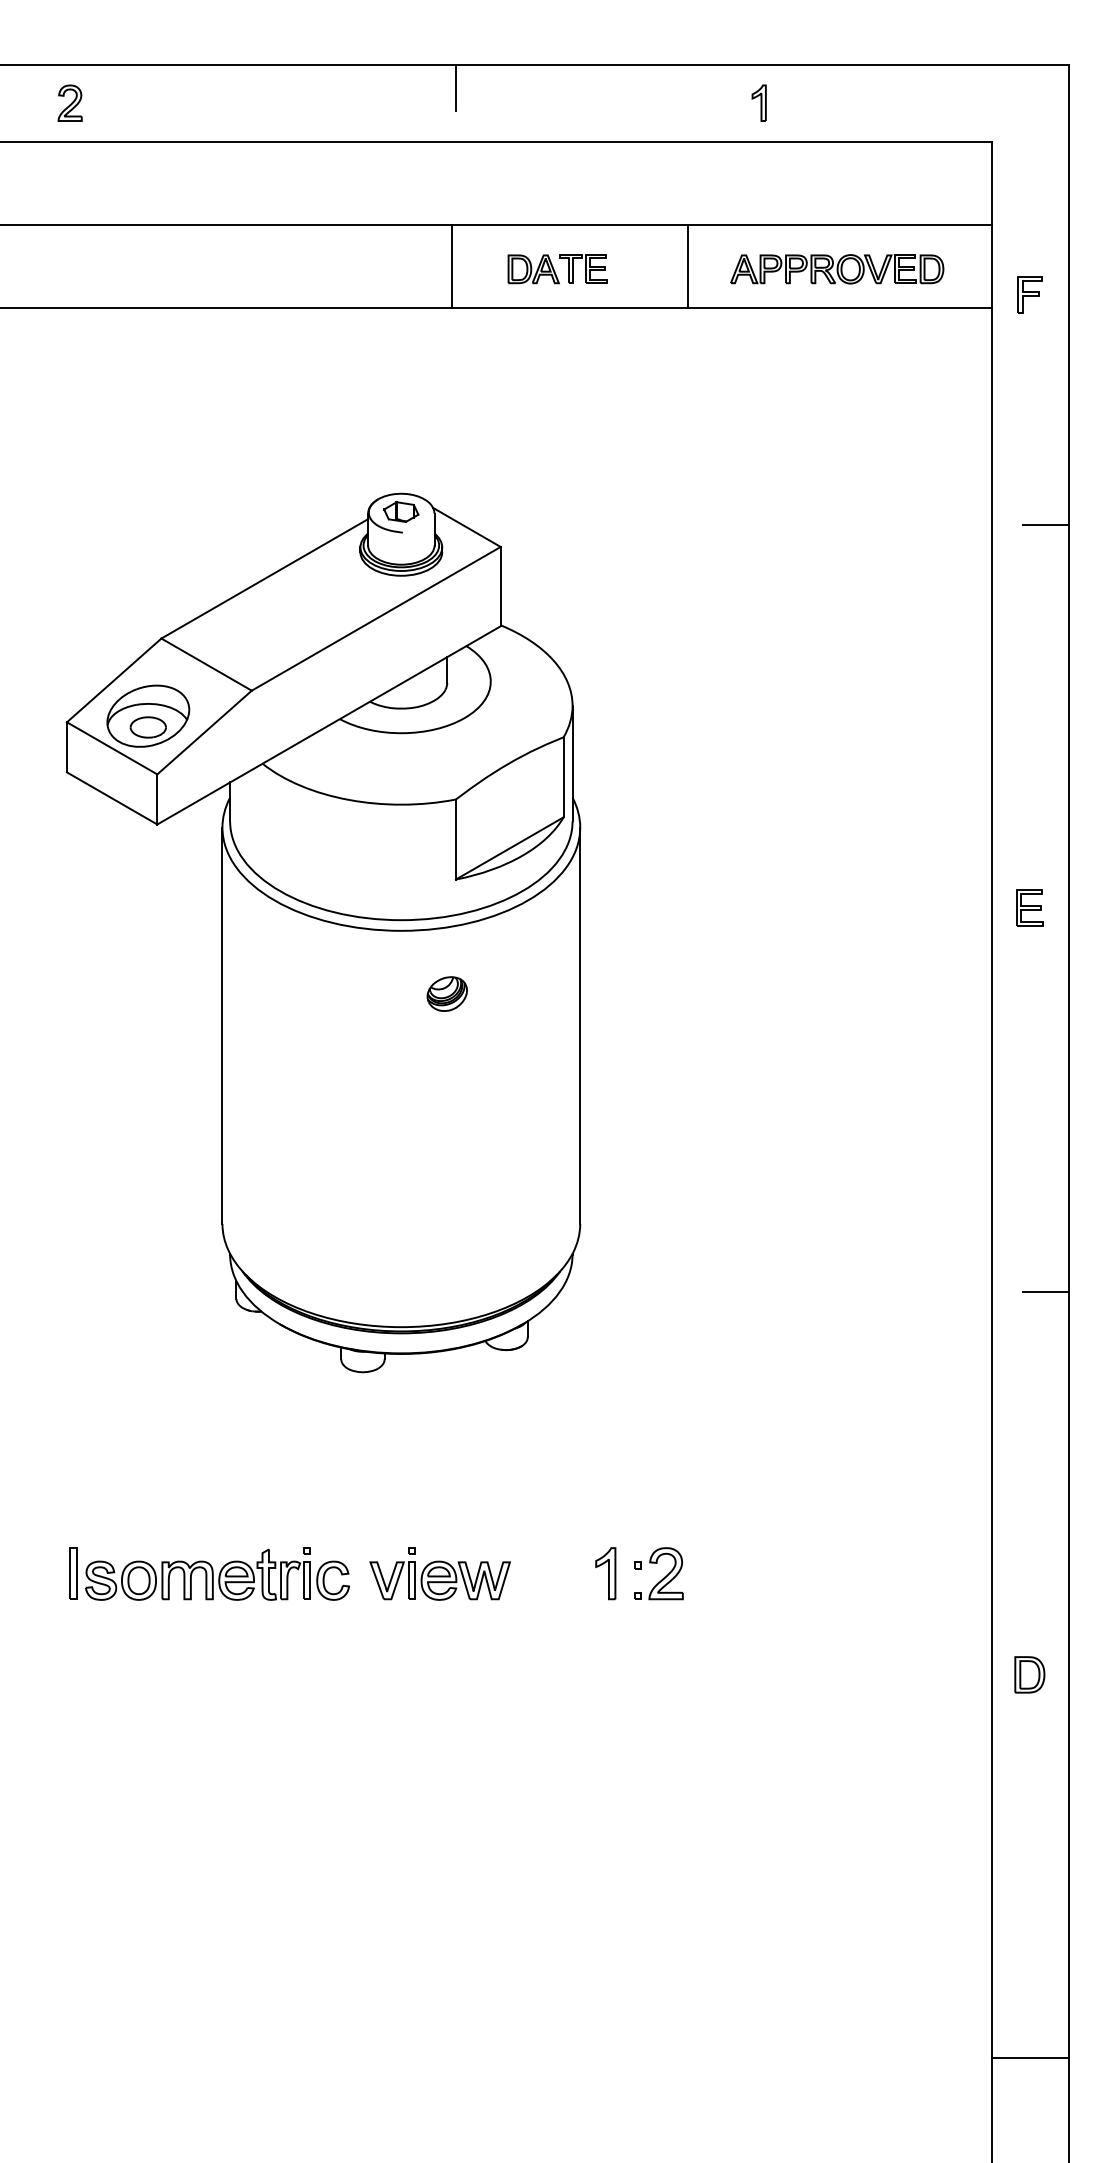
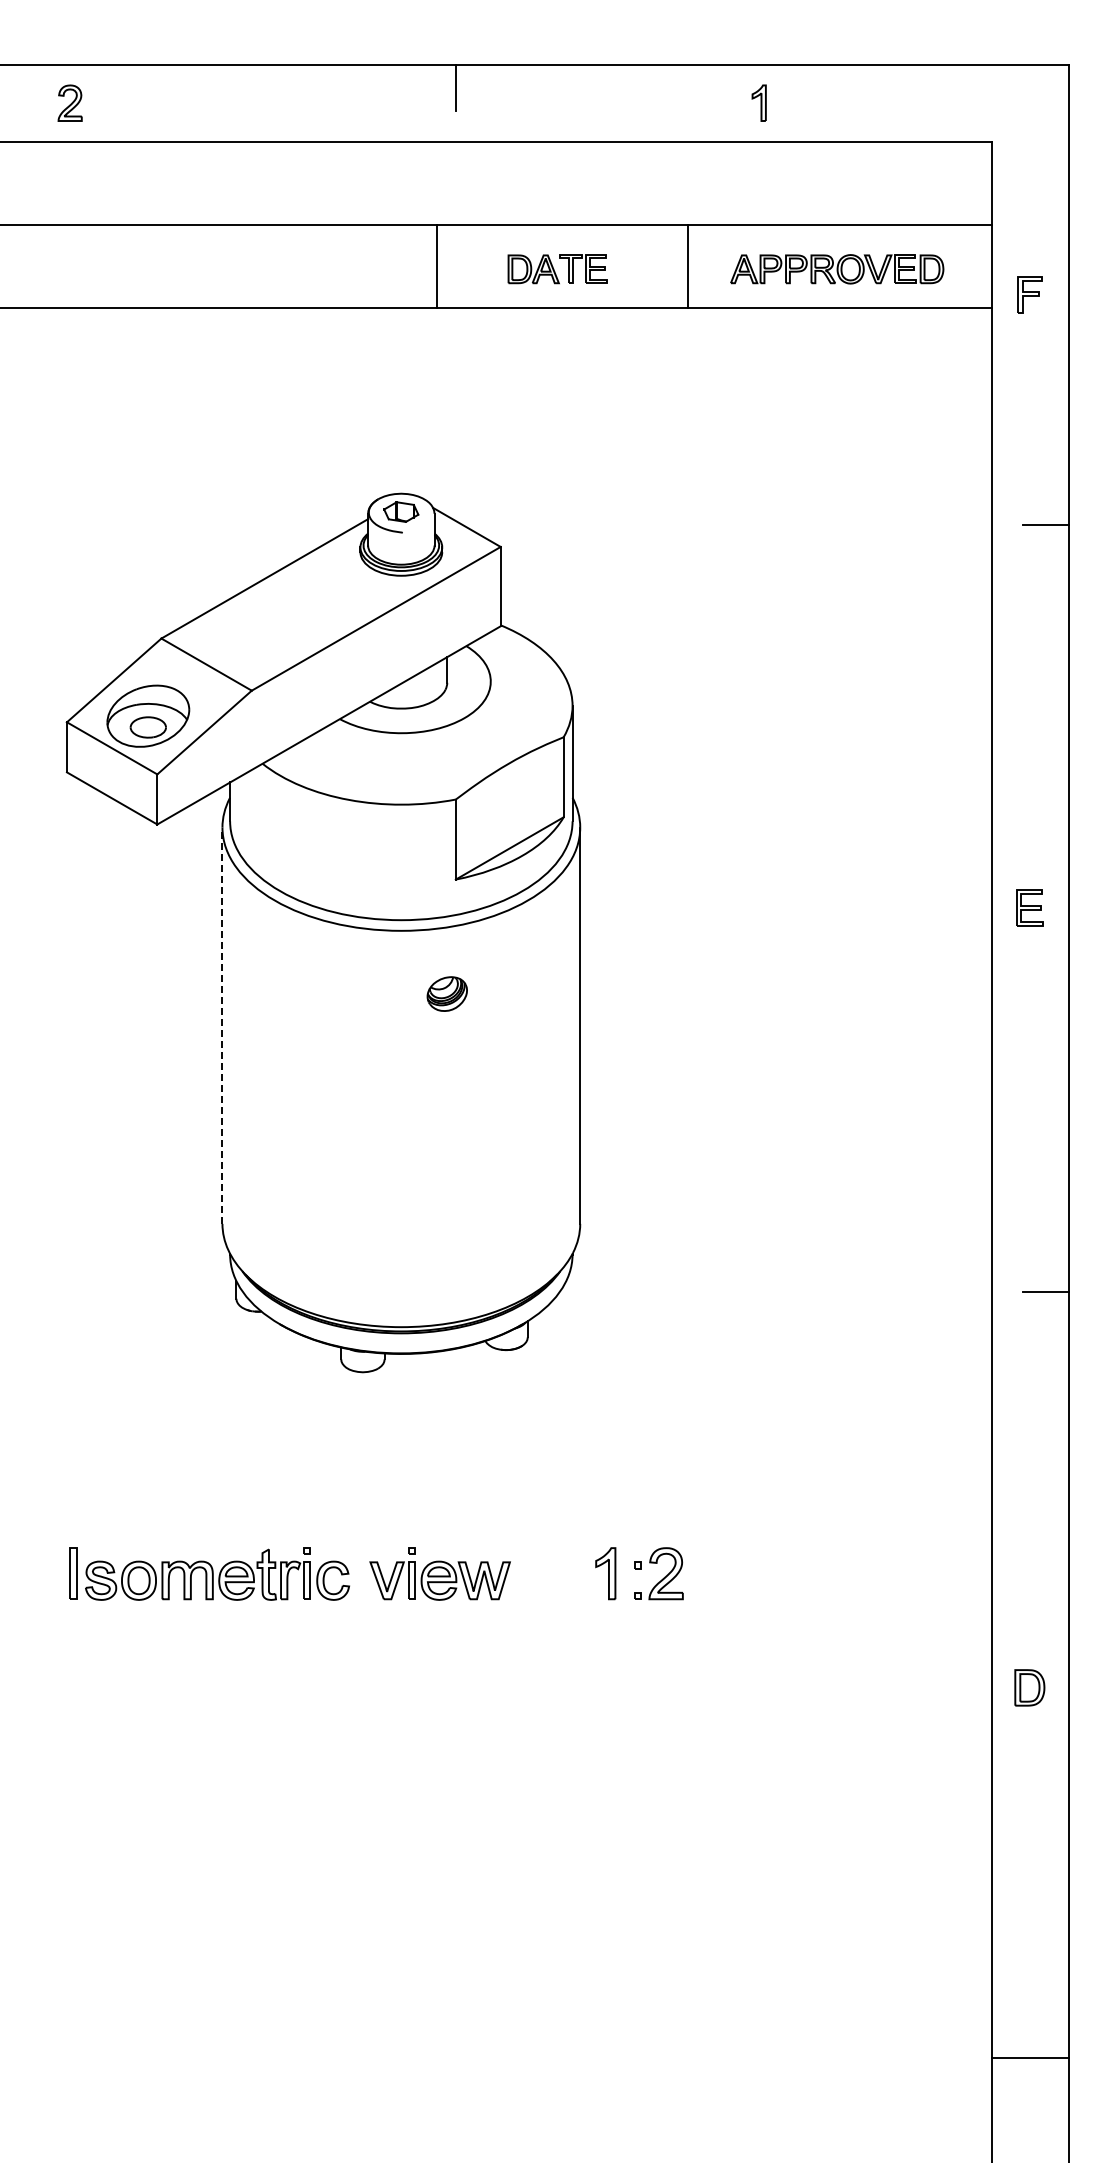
line at (452, 265) position: (452, 265) -> (437, 265)
line at (222, 1025): solid -> dashed
part at (1029, 1674) position: (1029, 1674) -> (1029, 1687)
